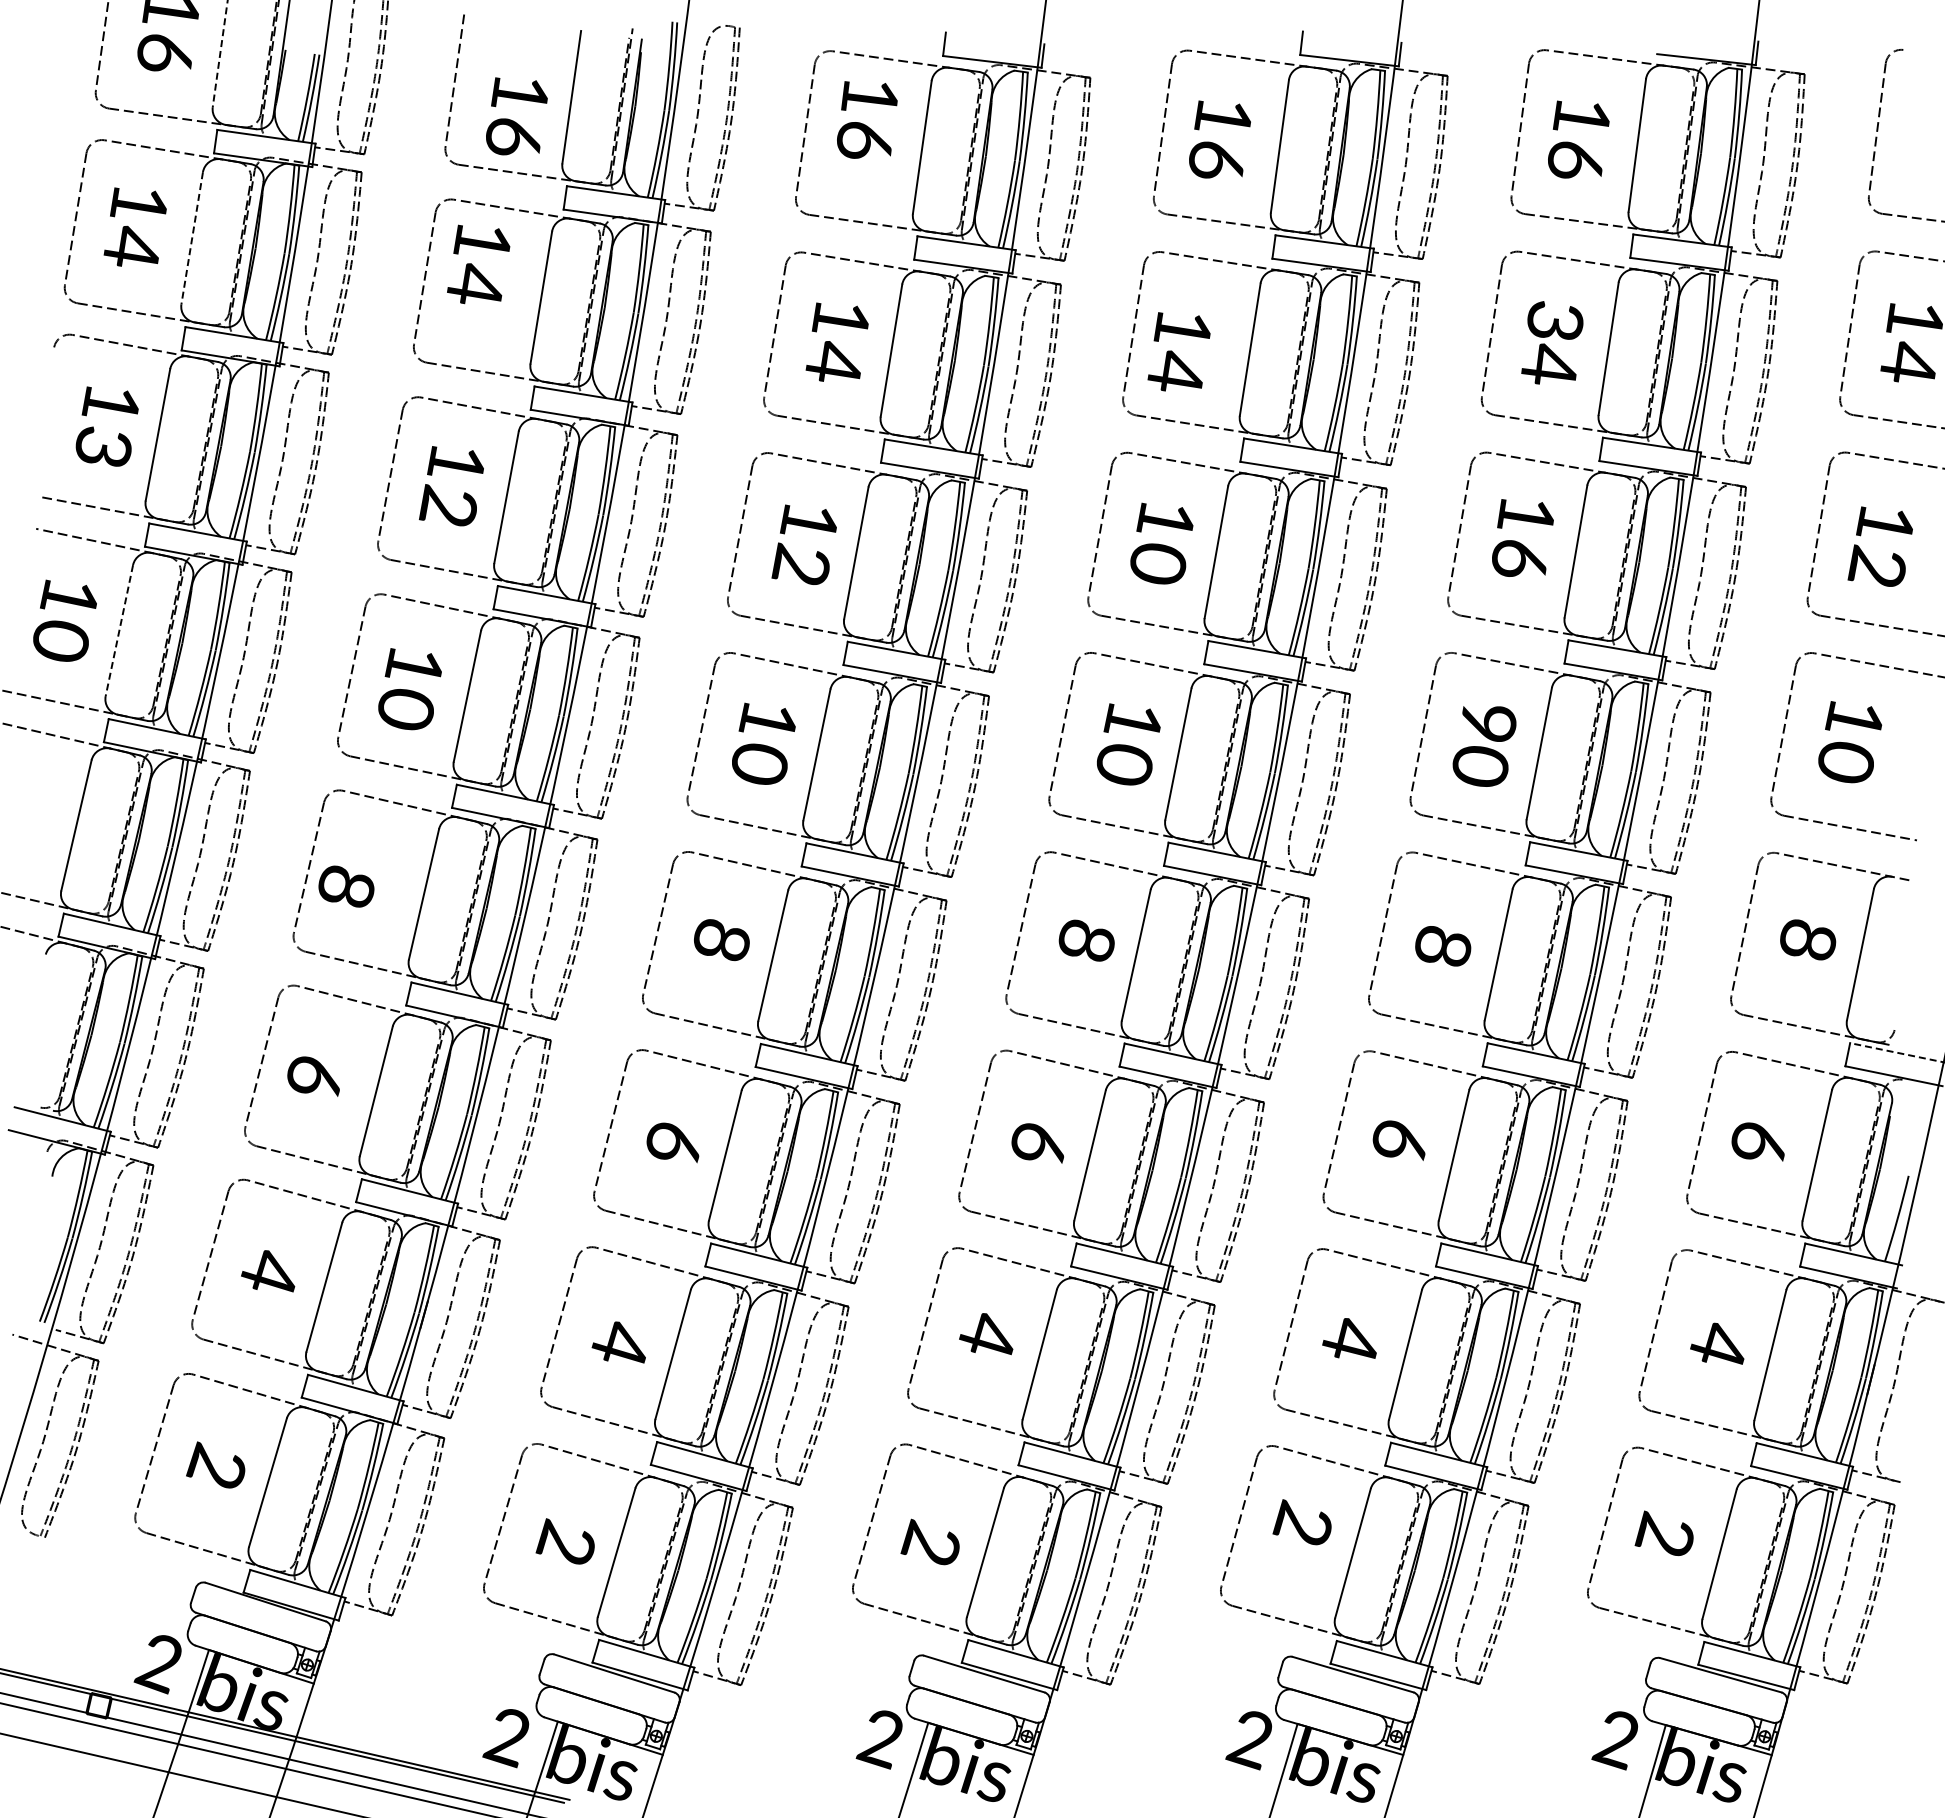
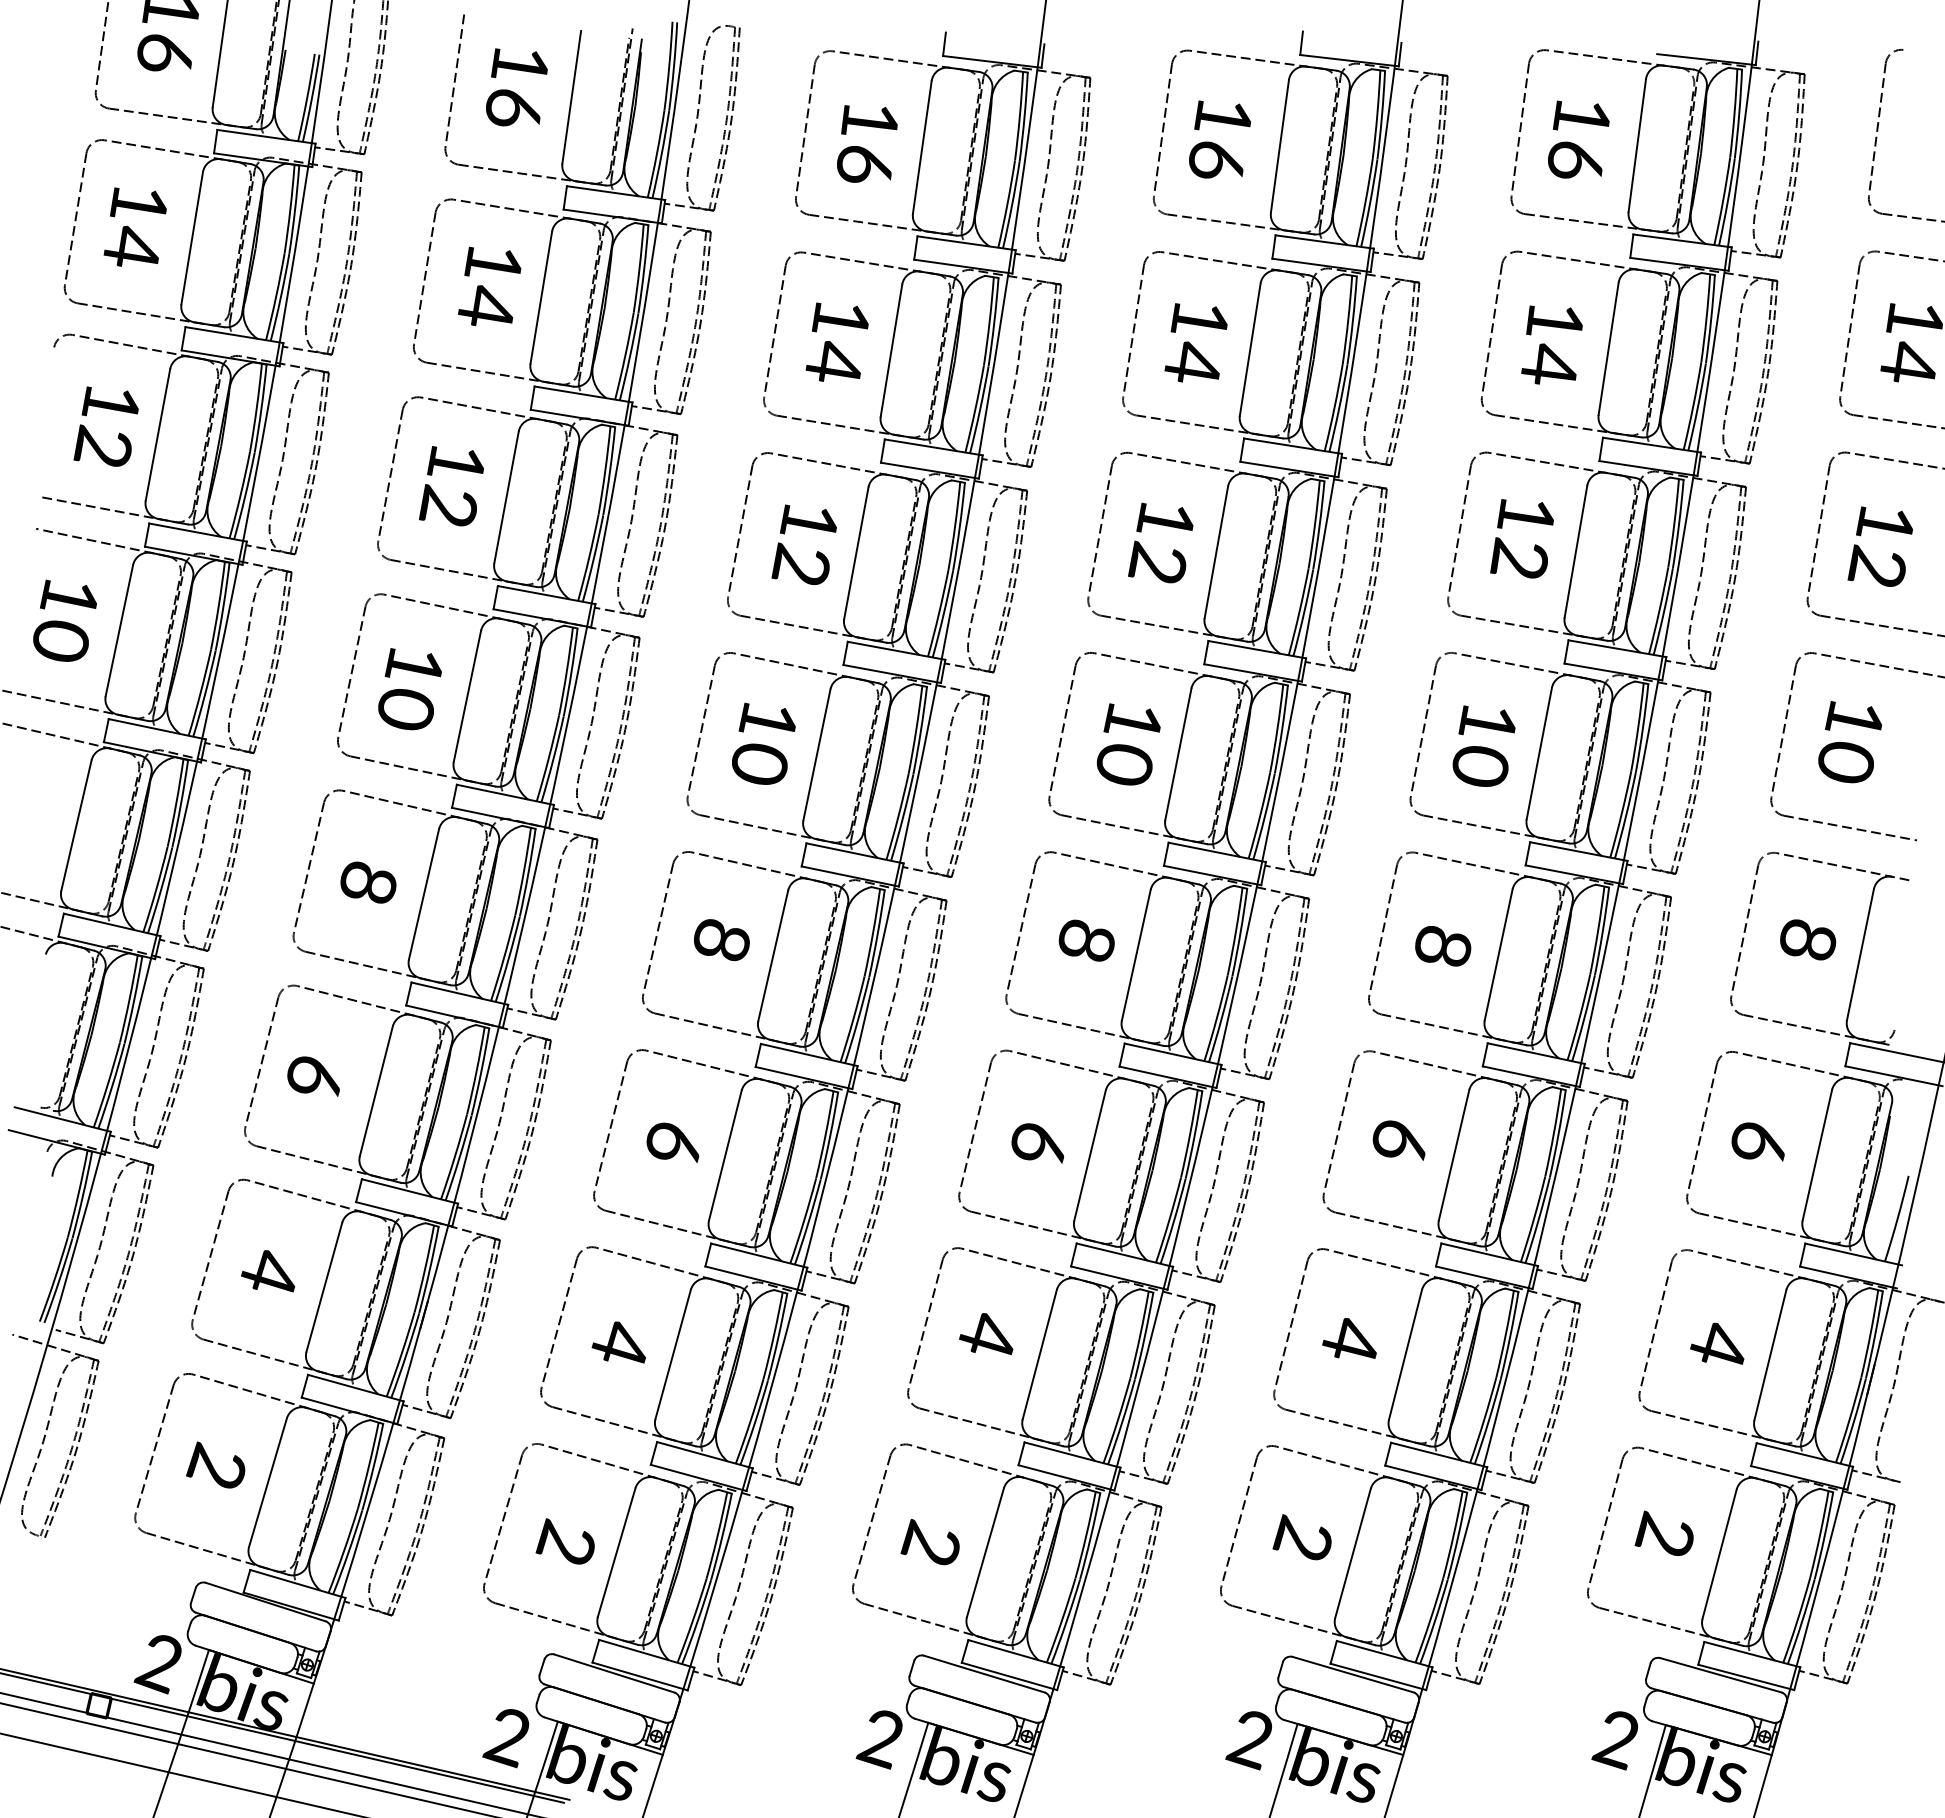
line at (220, 53): dashed -> solid
text at (516, 116) position: (516, 116) -> (516, 87)
text at (867, 119) position: (867, 119) -> (867, 143)
line at (192, 238): dashed -> solid
text at (478, 264) position: (478, 264) -> (489, 286)
text at (1554, 320): 34 -> 14
text at (1178, 351) position: (1178, 351) -> (1195, 342)
text at (102, 445): 13 -> 12
text at (1518, 557): 16 -> 12
text at (1156, 562): 10 -> 12
line at (119, 630): dashed -> solid
text at (1487, 723): 90 -> 10
text at (346, 886) position: (346, 886) -> (368, 882)
line at (1896, 1052): dashed -> solid
text at (1301, 1522) position: (1301, 1522) -> (1301, 1537)
